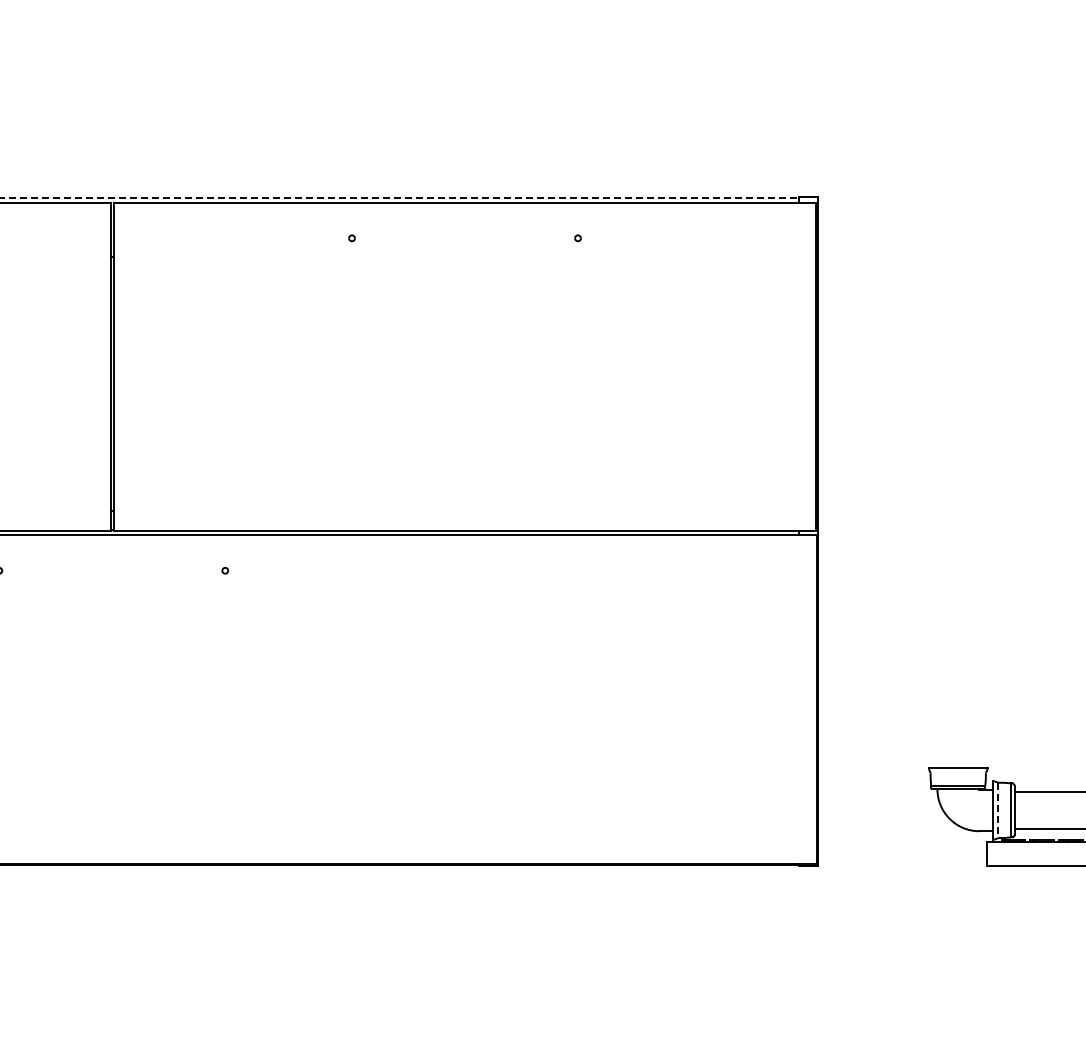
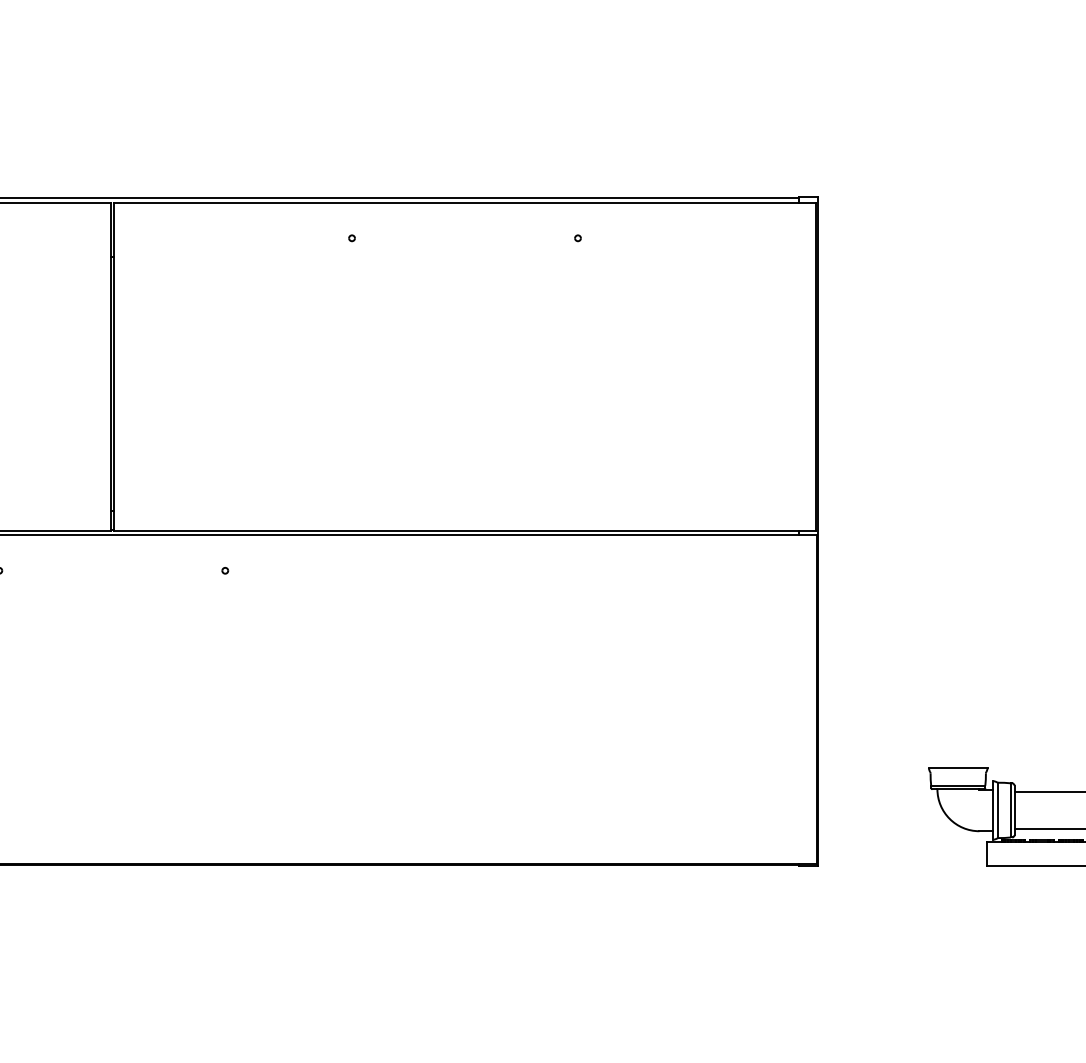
line at (400, 197): dashed -> solid
line at (998, 810): dashed -> solid
